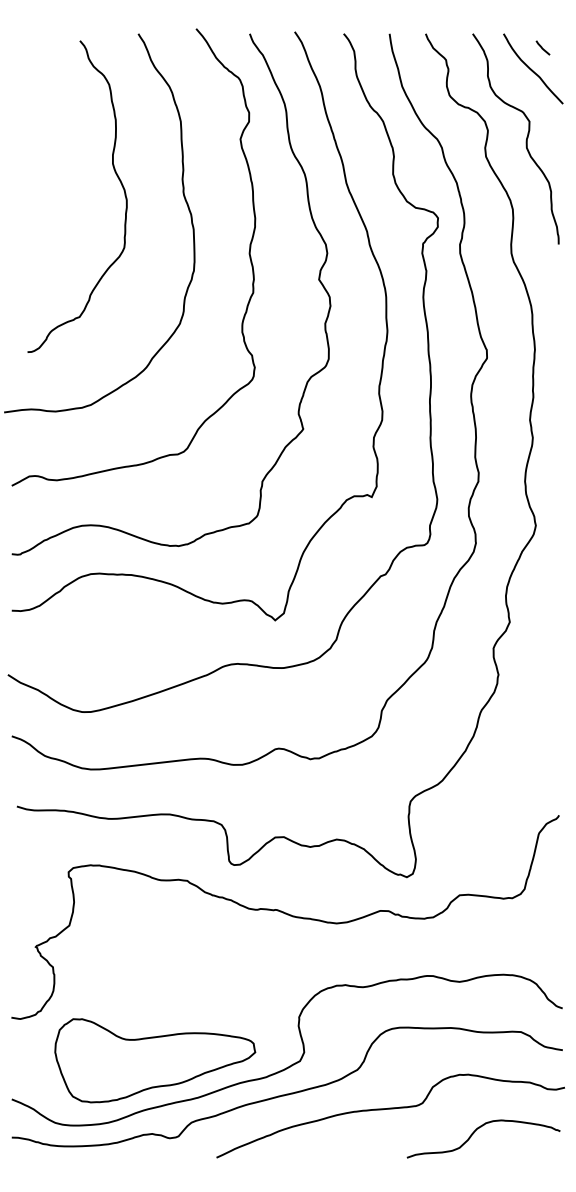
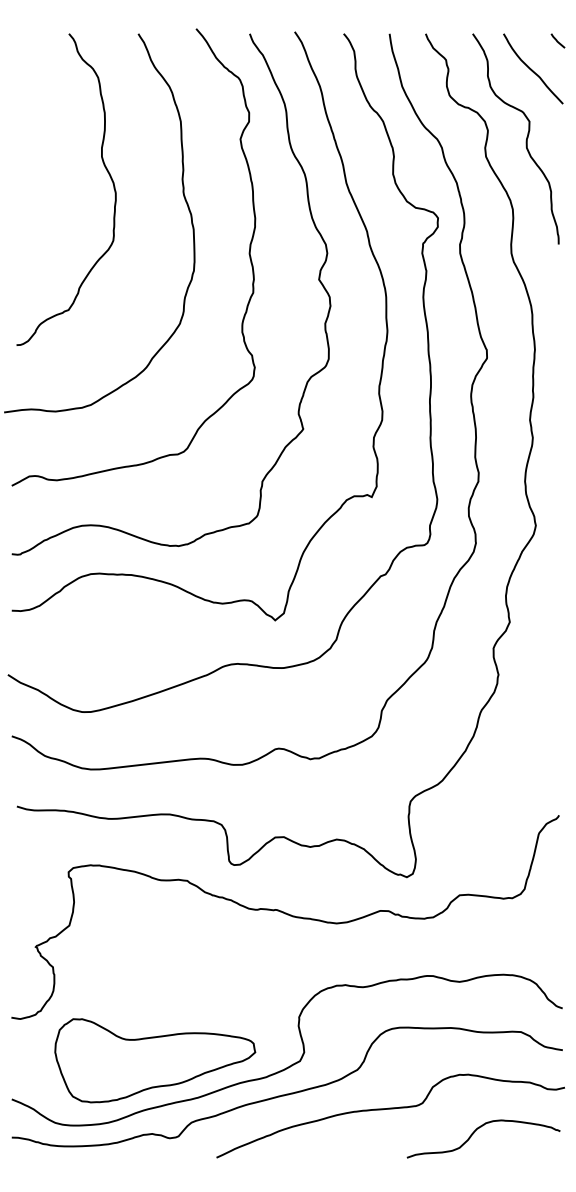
line at (542, 47) position: (542, 47) -> (557, 40)
curve at (115, 174) position: (115, 174) -> (104, 167)
